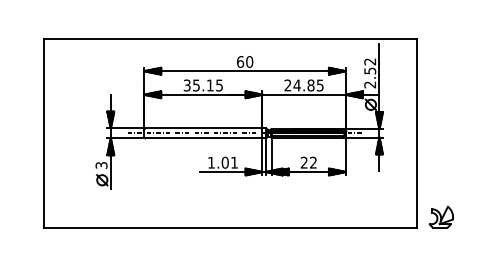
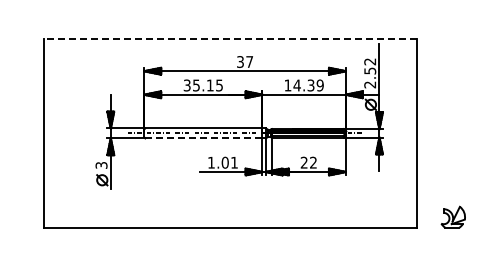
line at (230, 39): solid -> dashed
text at (245, 61): 60 -> 37
text at (303, 85): 24.85 -> 14.39
line at (203, 138): solid -> dashed
part at (440, 216) position: (440, 216) -> (452, 216)
